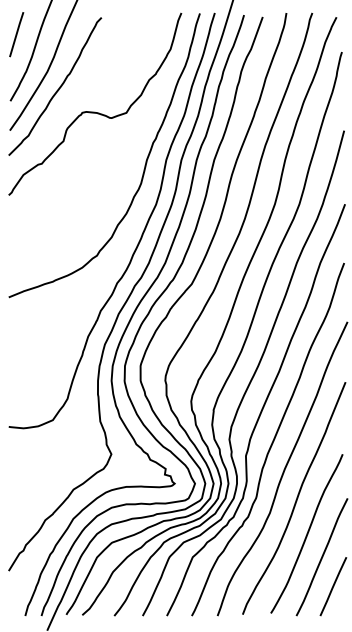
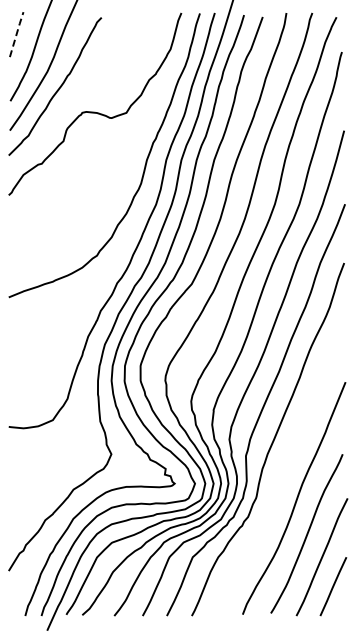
line at (16, 33): solid -> dashed
curve at (283, 469): present -> none
